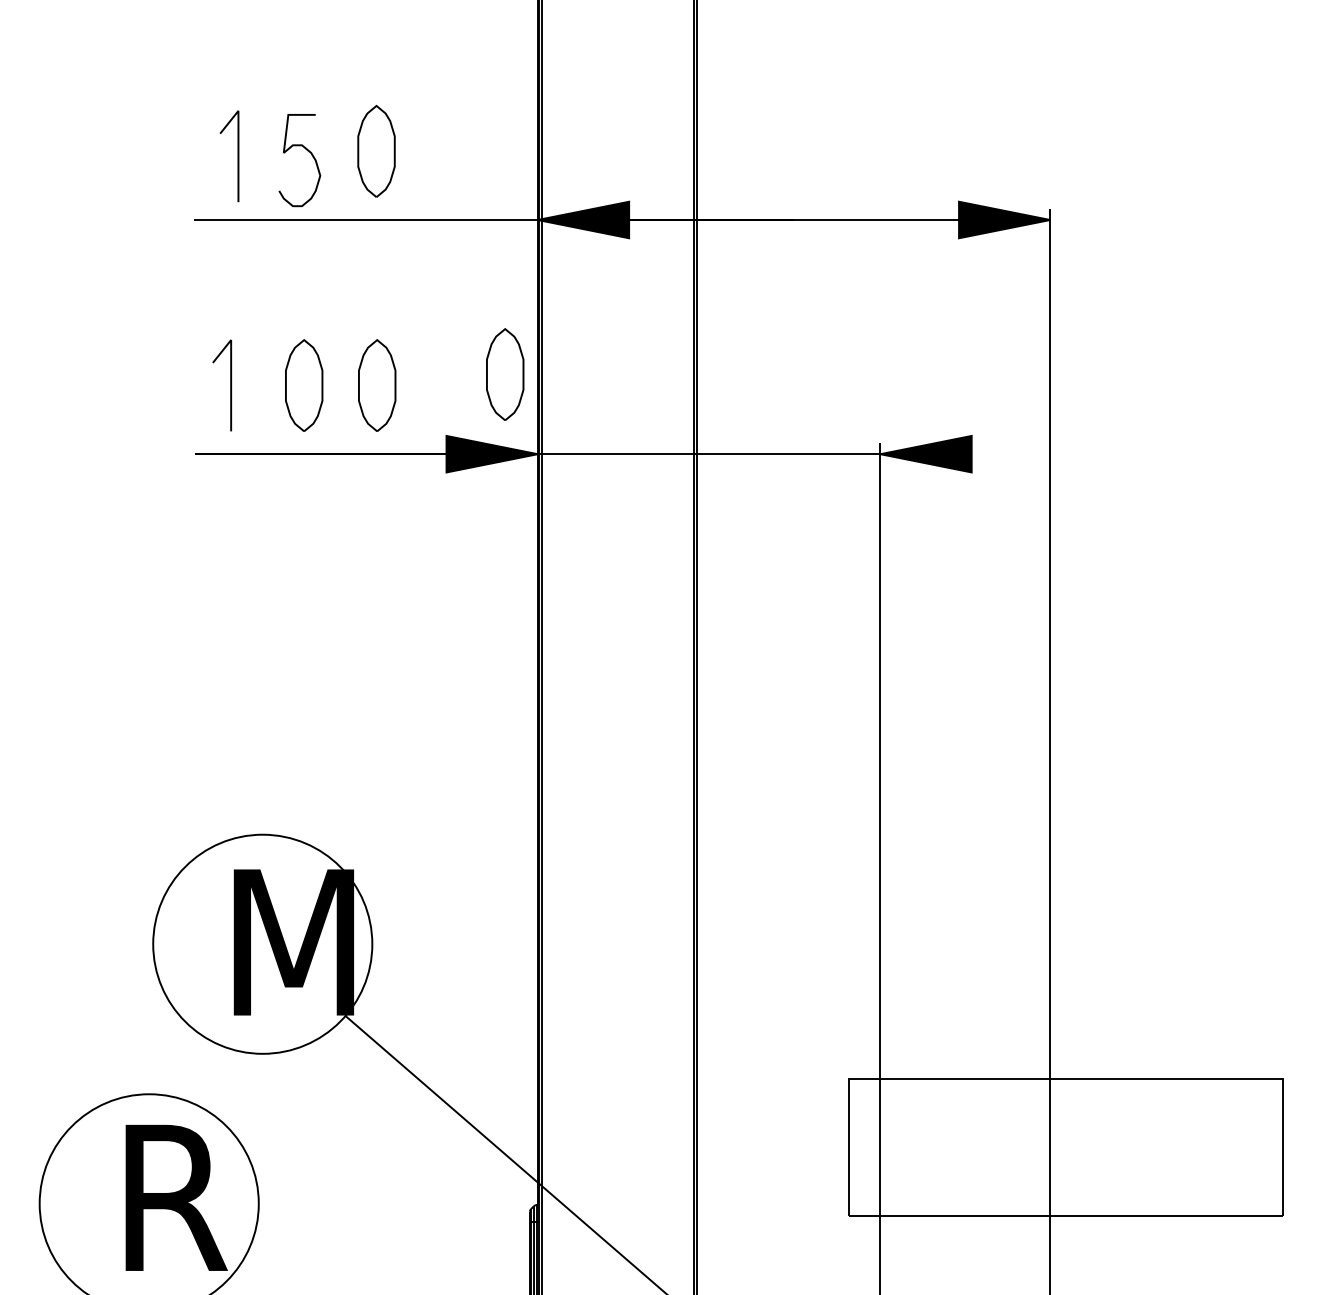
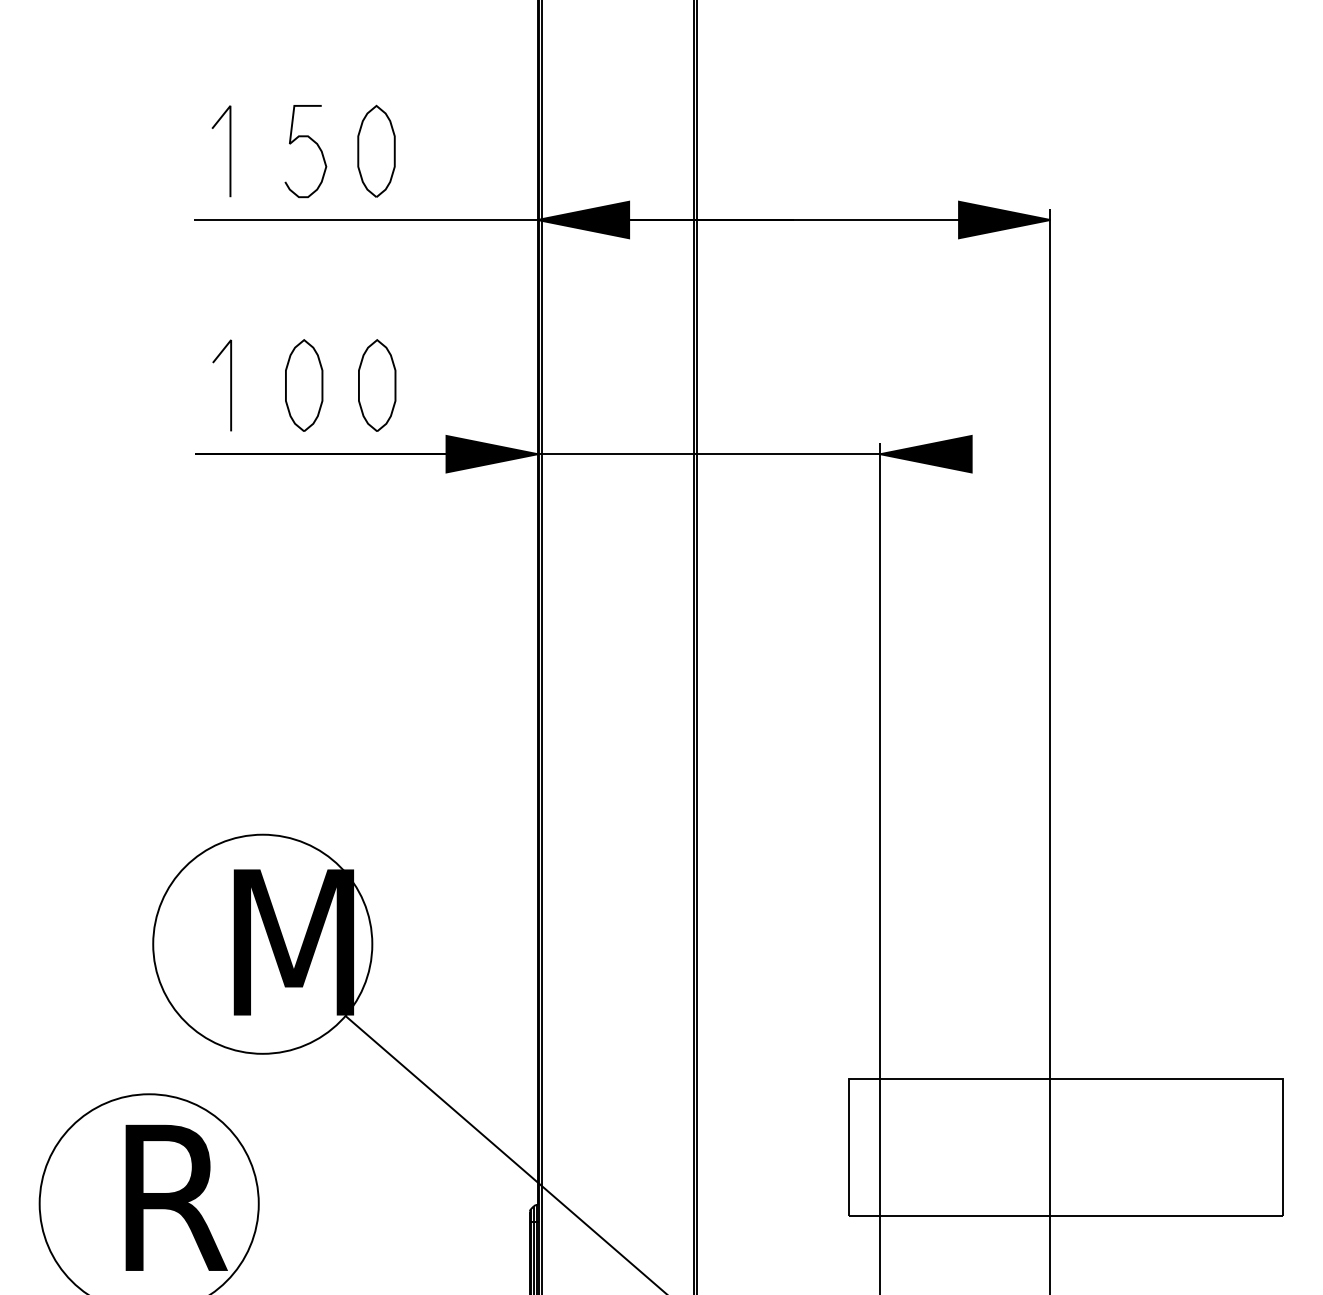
curve at (307, 151) position: (307, 151) -> (313, 142)
line at (237, 156) position: (237, 156) -> (229, 151)
part at (505, 374): present -> none
